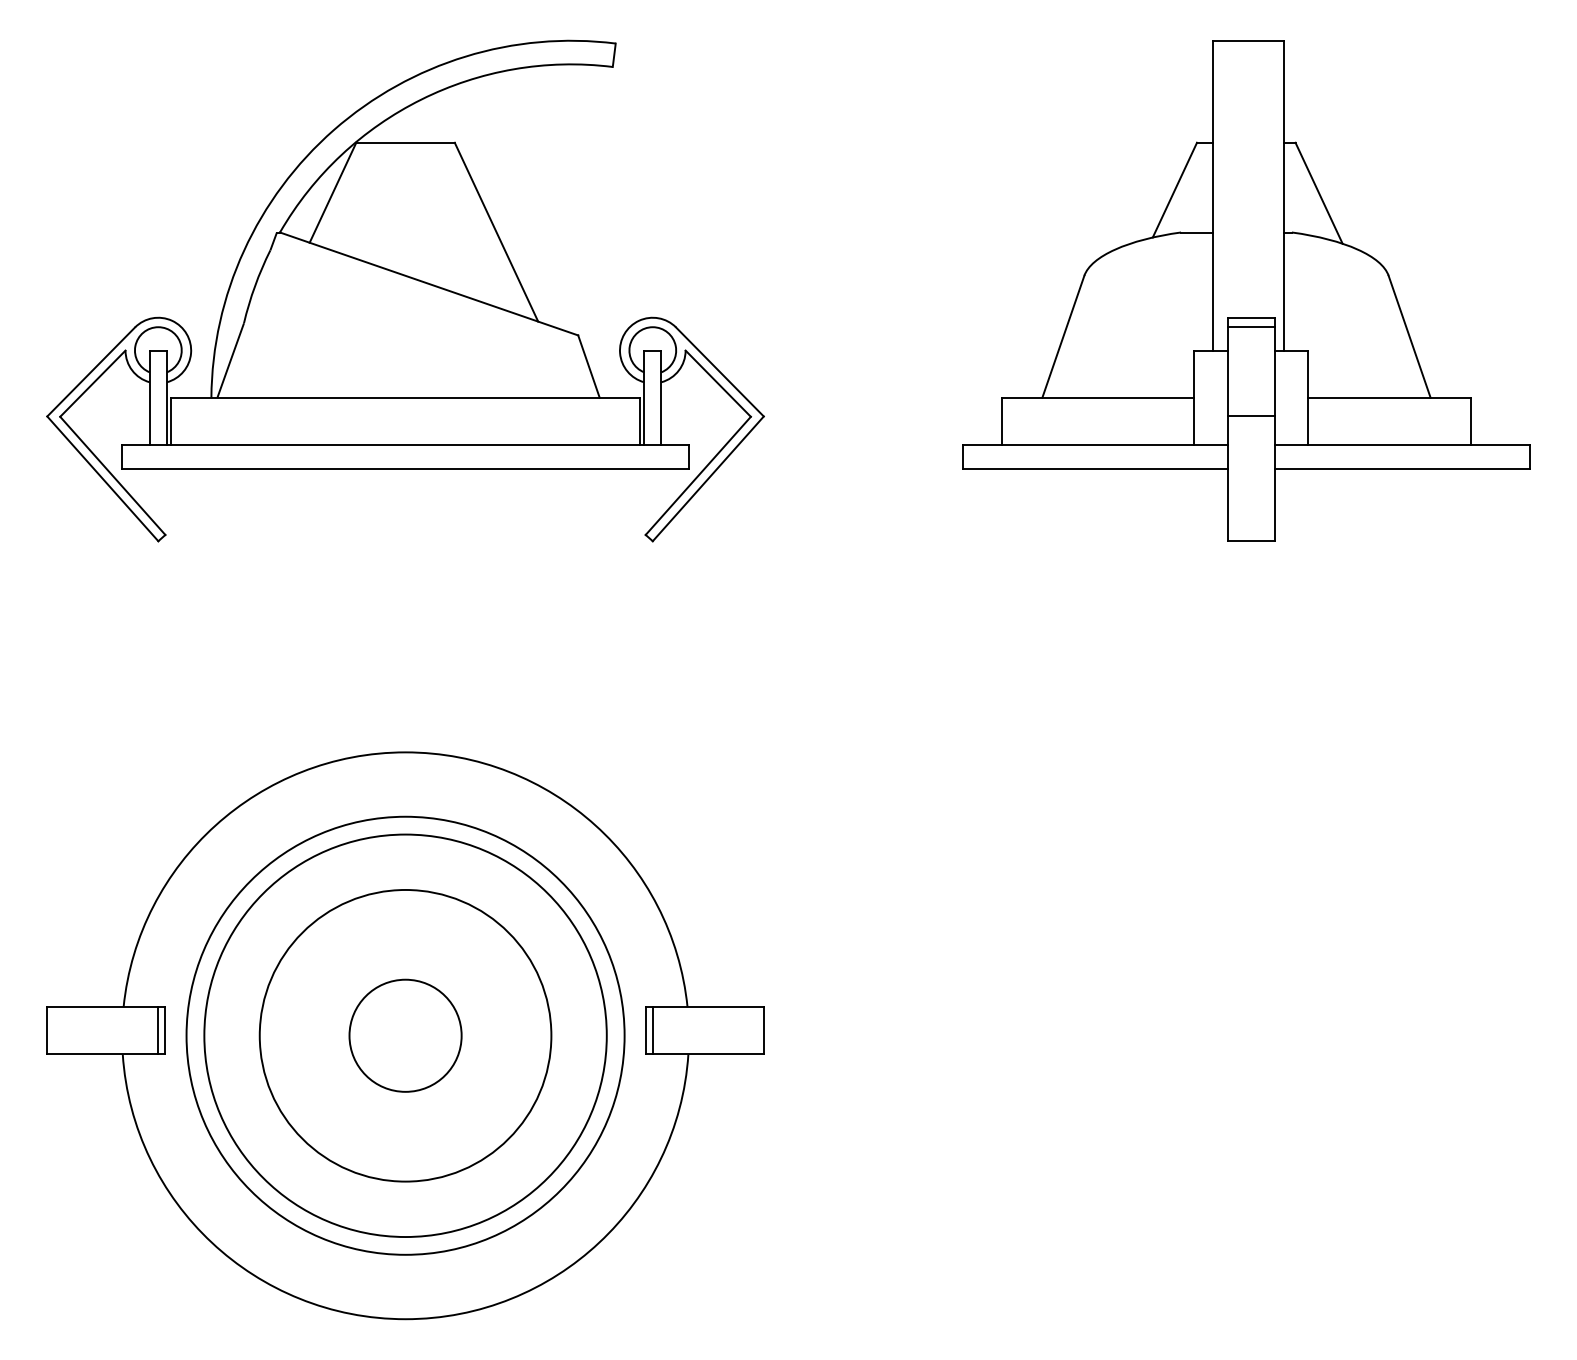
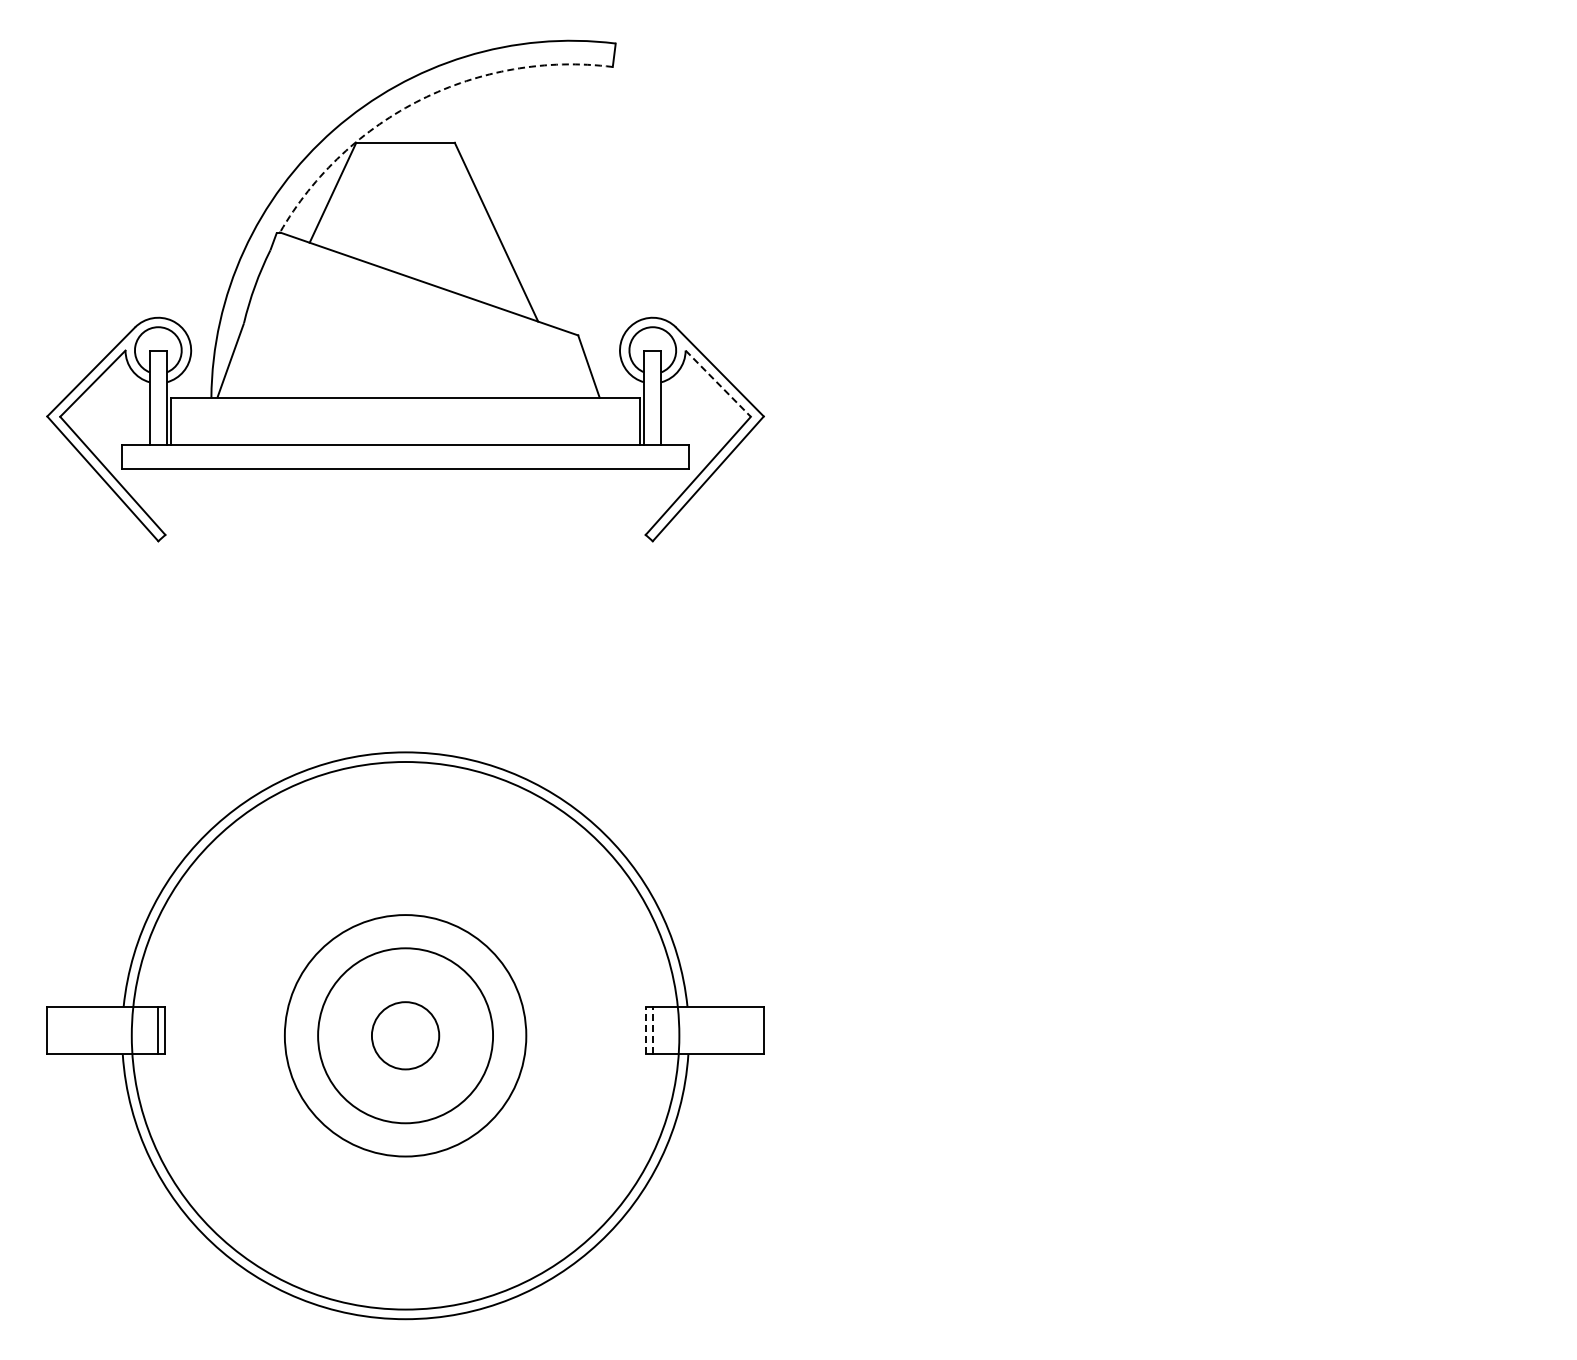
arc at (421, 99): solid -> dashed
part at (1246, 290): present -> none
line at (718, 384): solid -> dashed
line at (645, 1030): solid -> dashed
line at (652, 1030): solid -> dashed
circle at (405, 1035) diameter: 112 px -> 67 px
circle at (405, 1035) diameter: 292 px -> 175 px
circle at (405, 1035) diameter: 402 px -> 241 px
circle at (405, 1035) diameter: 438 px -> 548 px
